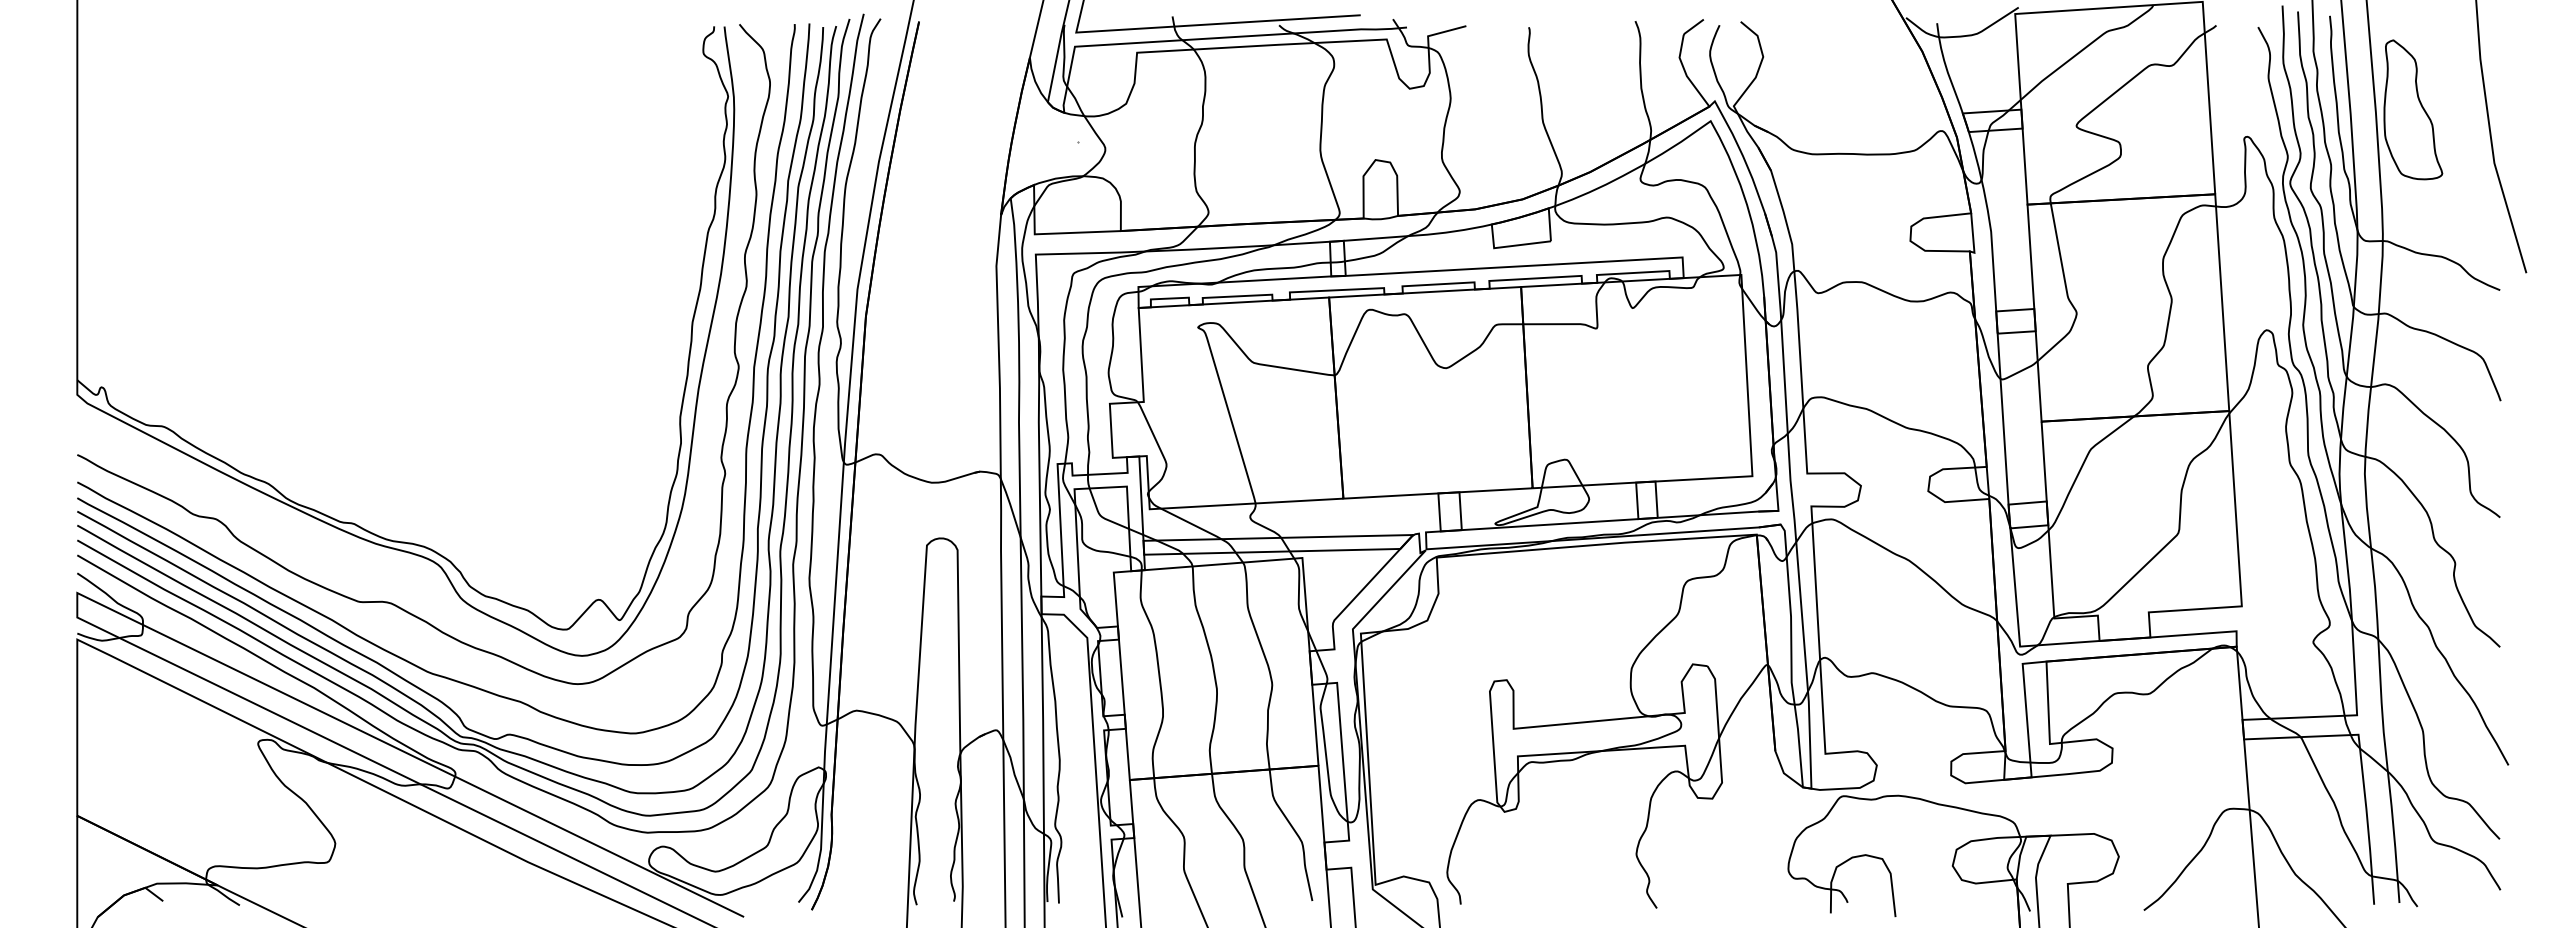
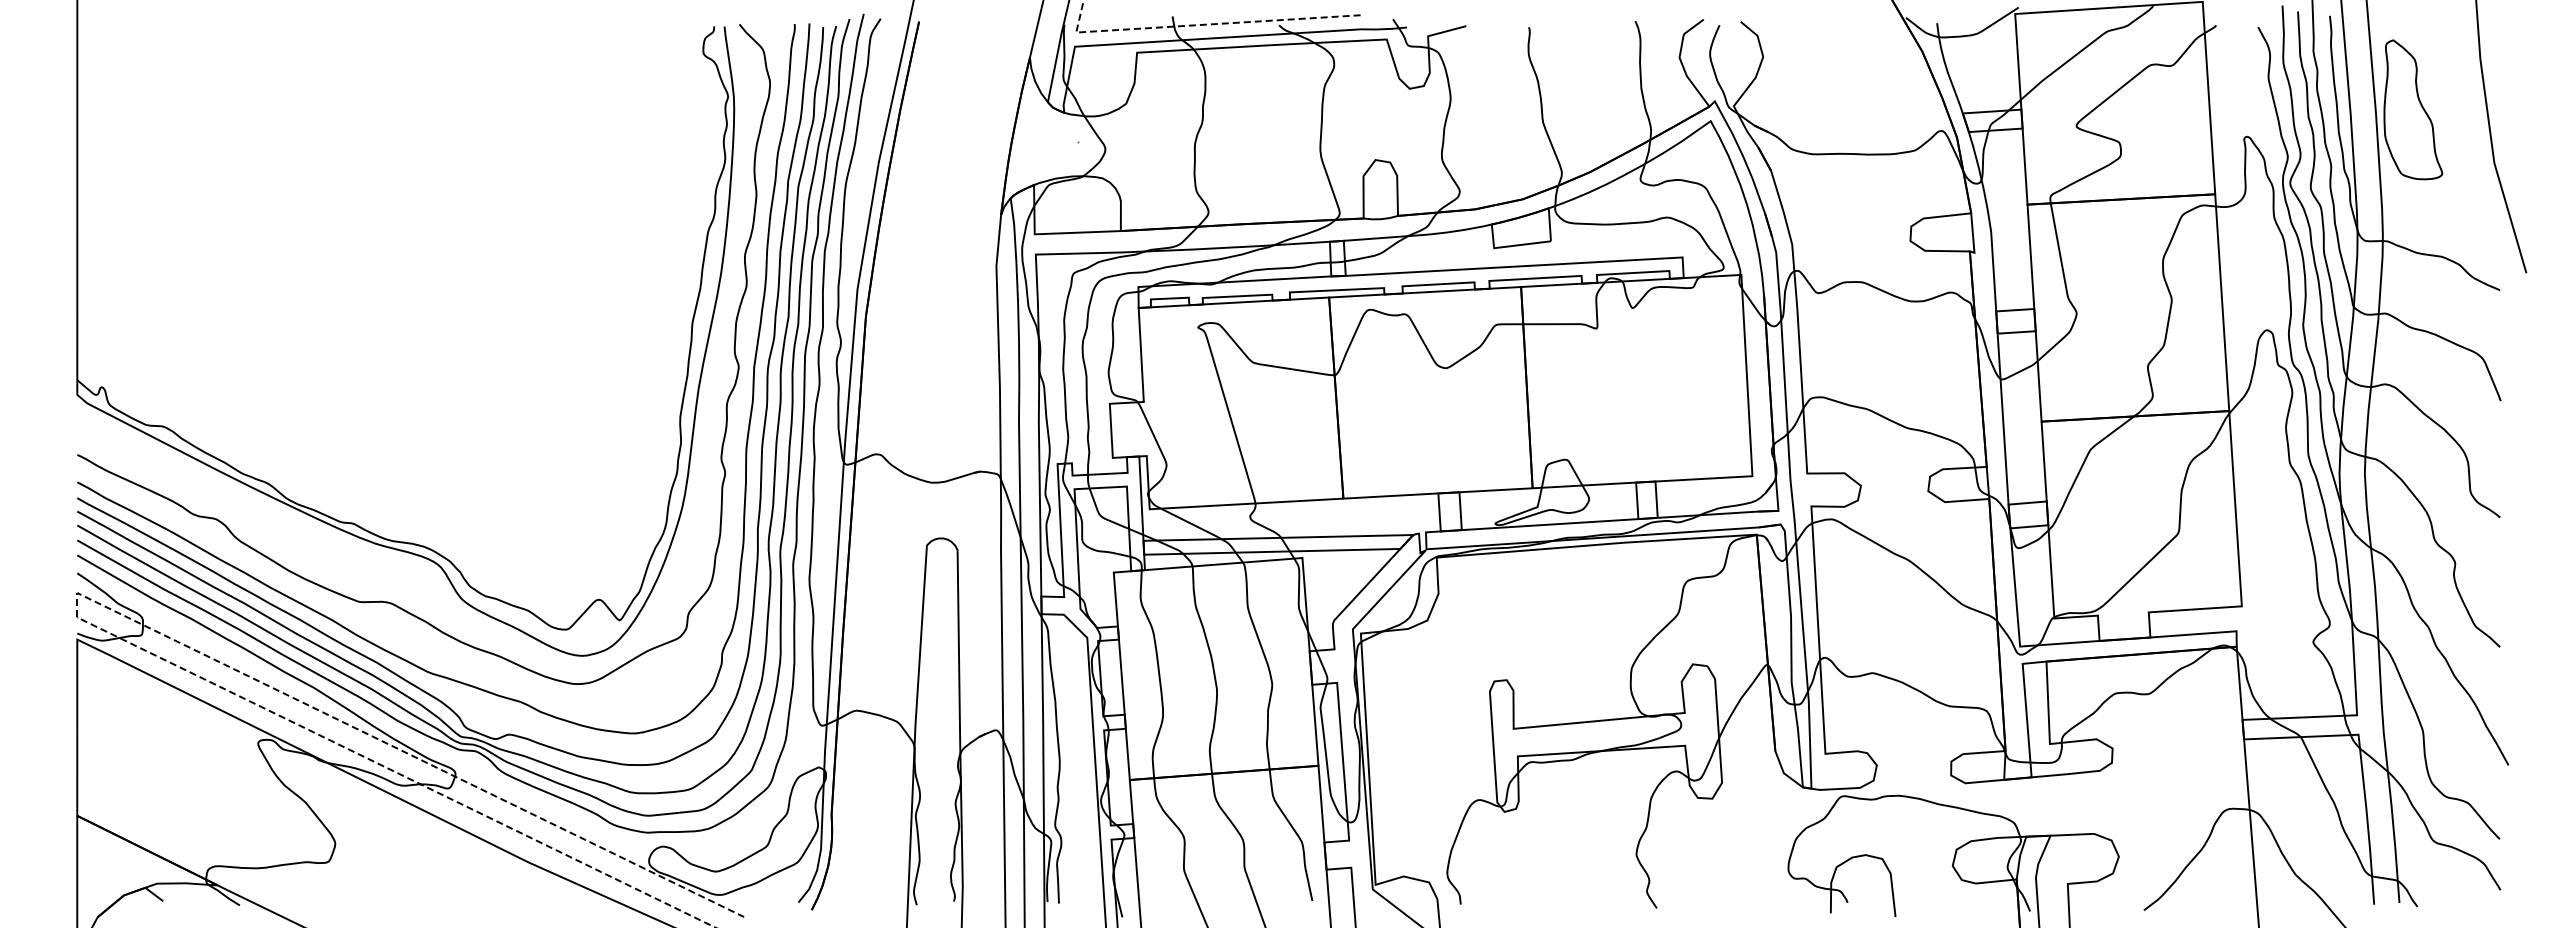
line at (1201, 24): solid -> dashed
line at (79, 593): solid -> dashed
